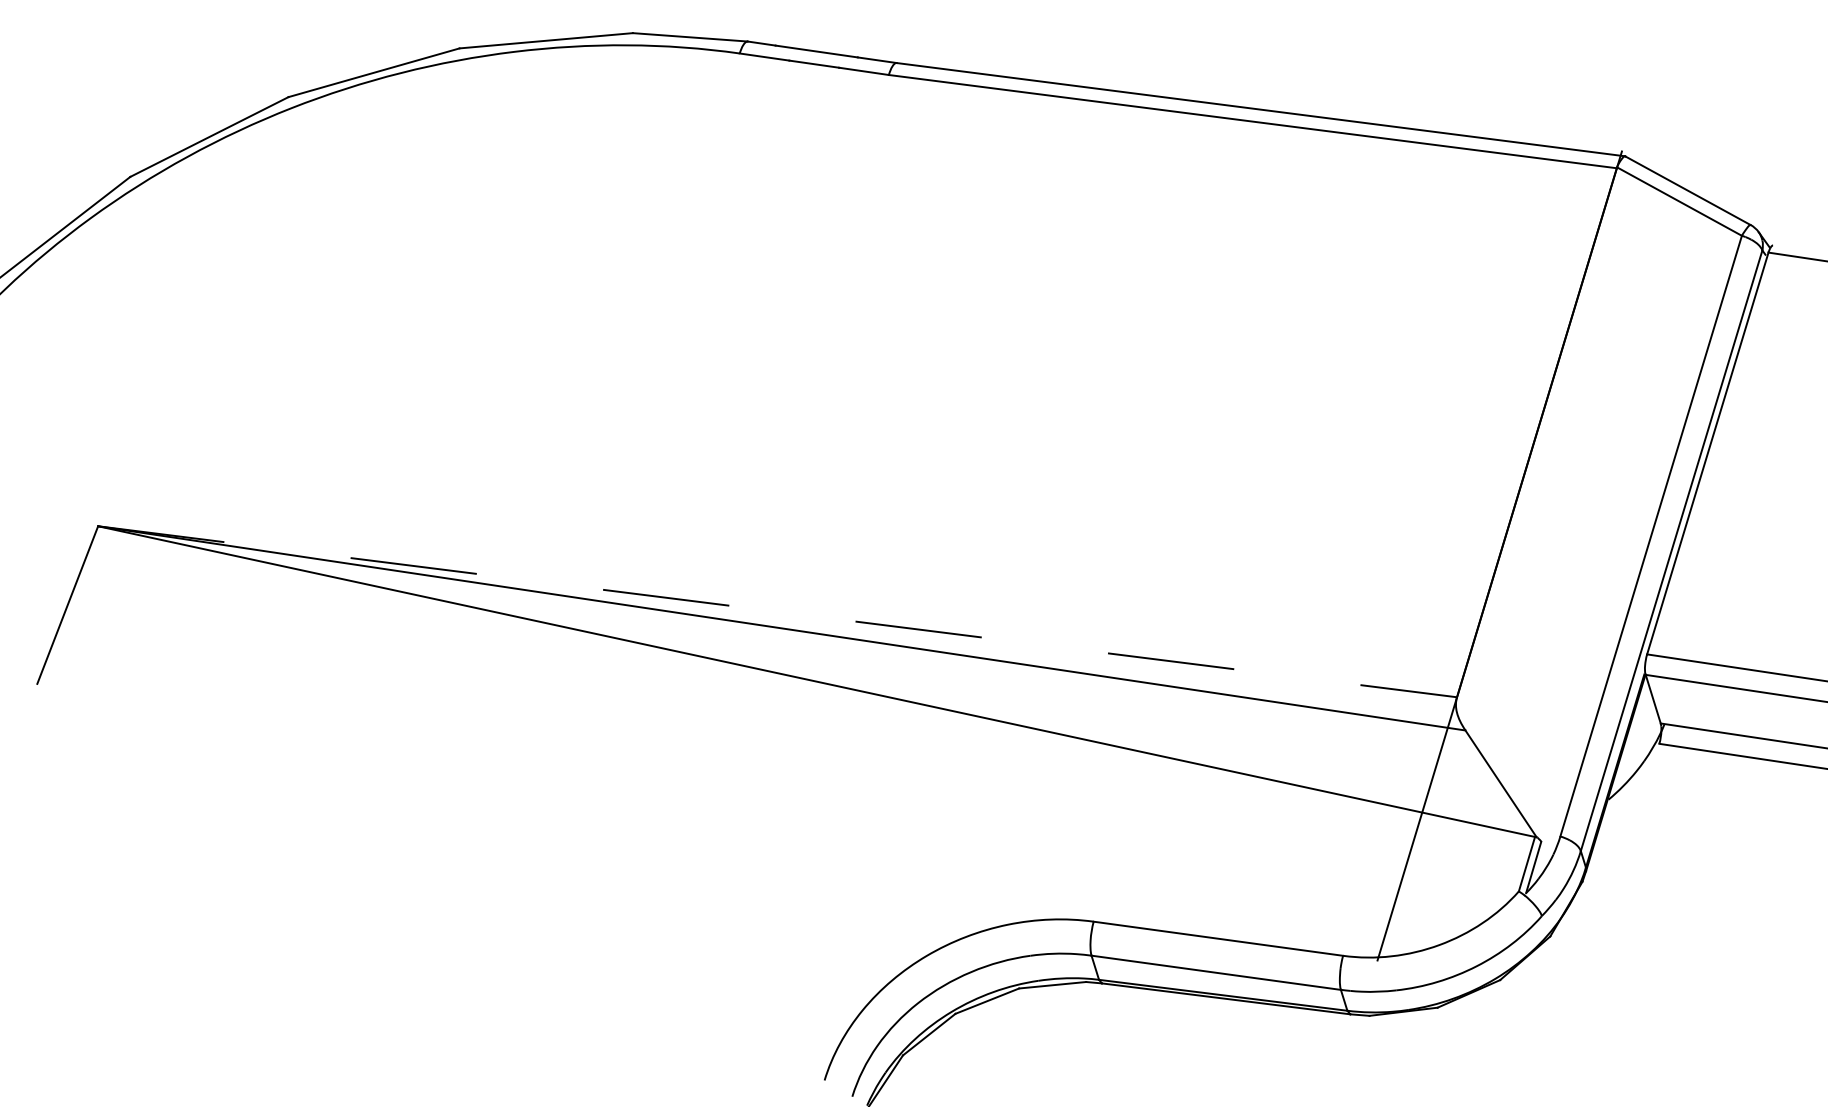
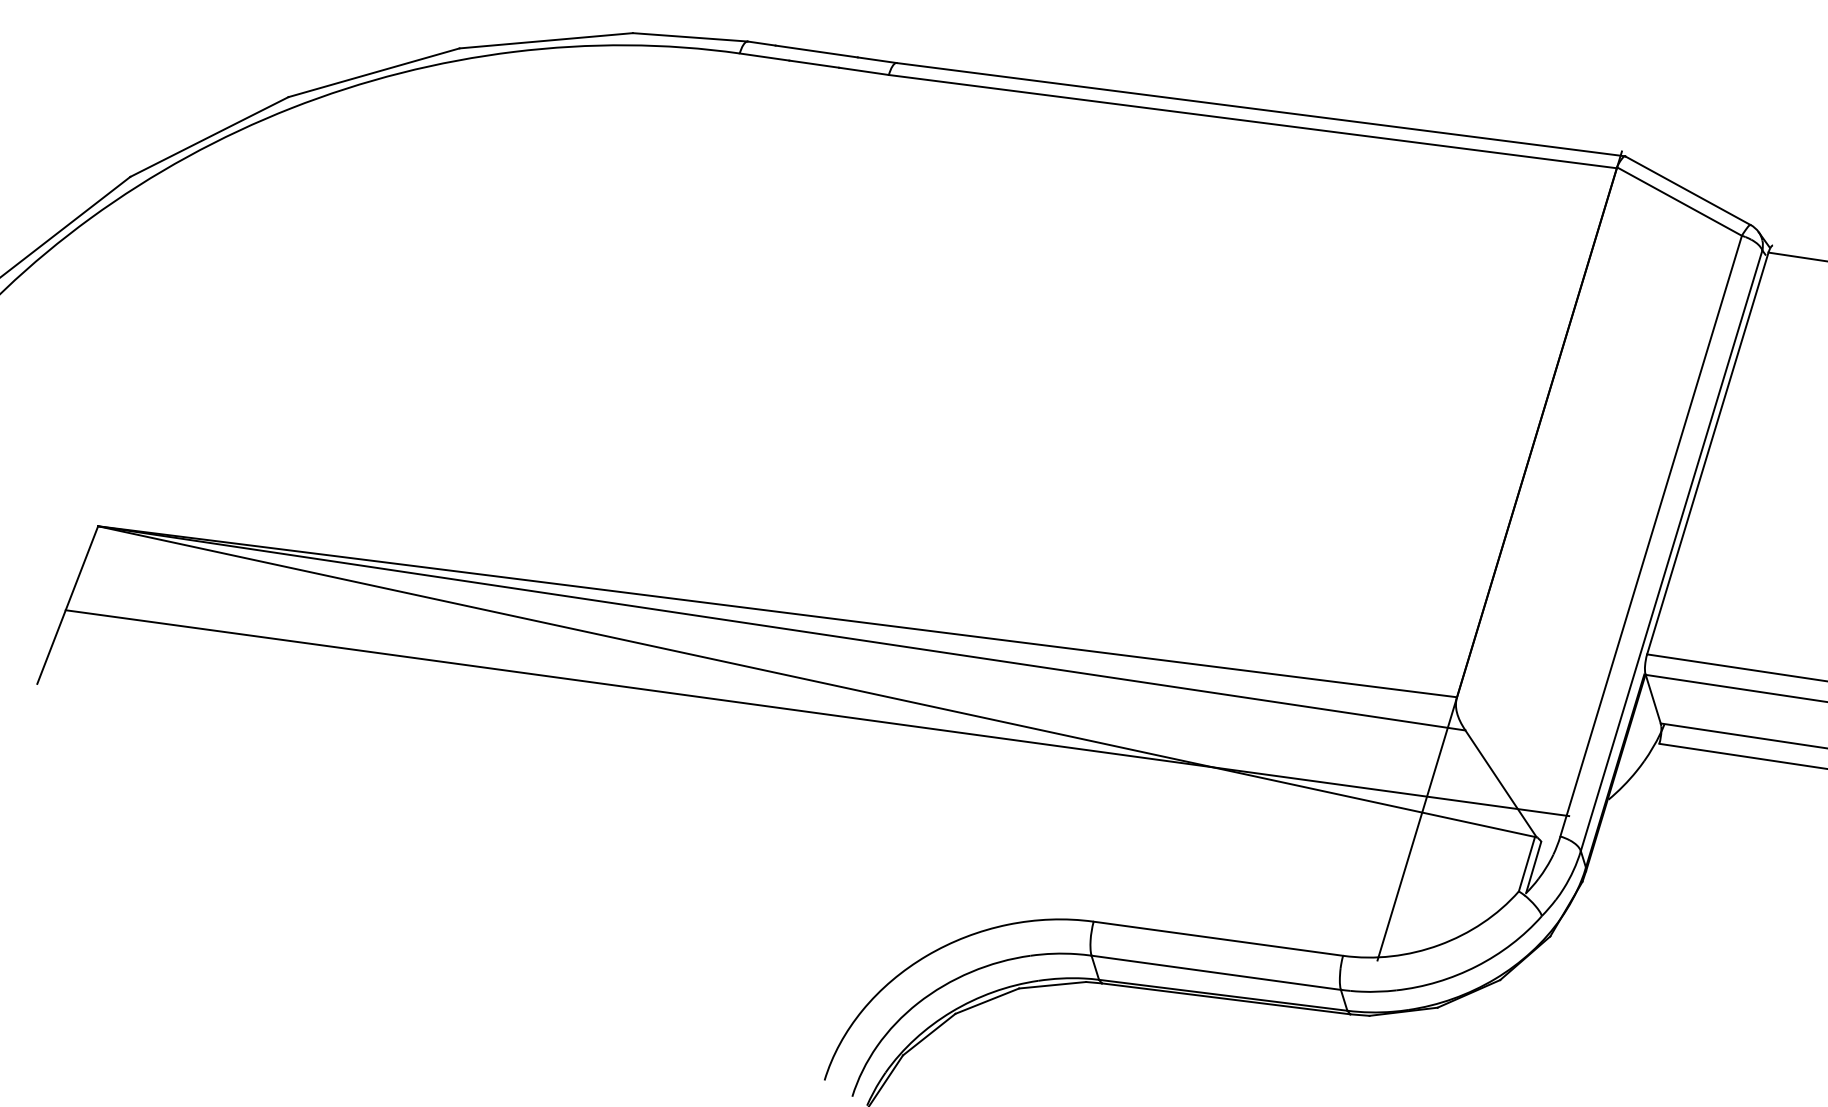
line at (777, 611): dashed -> solid
line at (817, 713): none -> present
